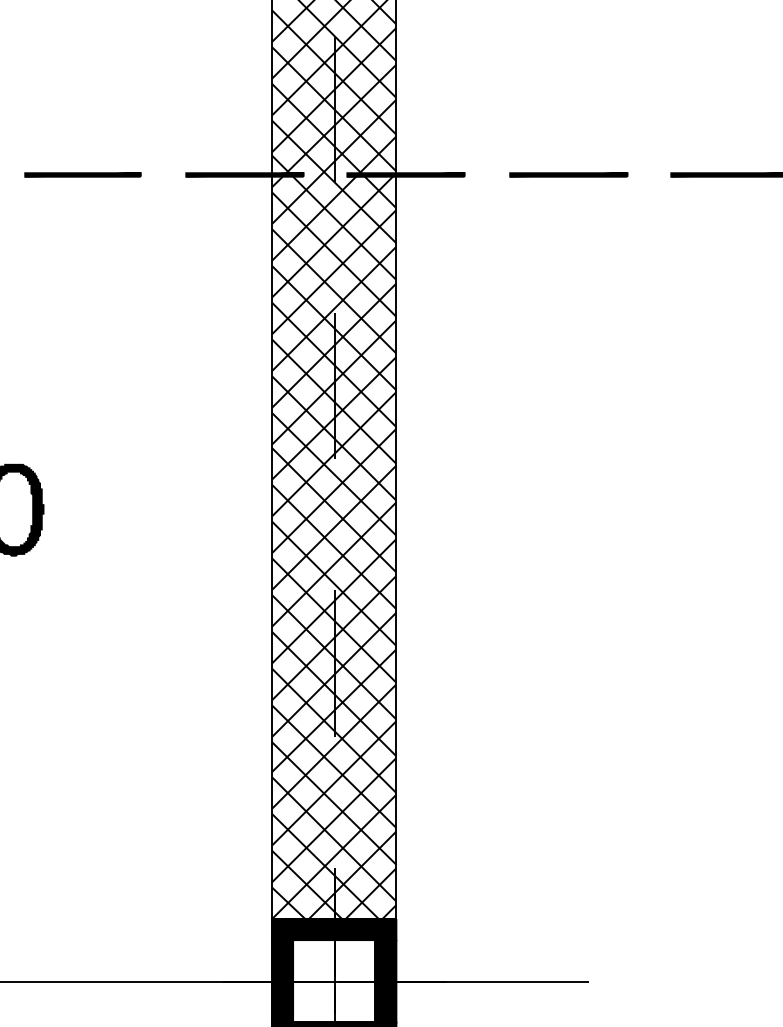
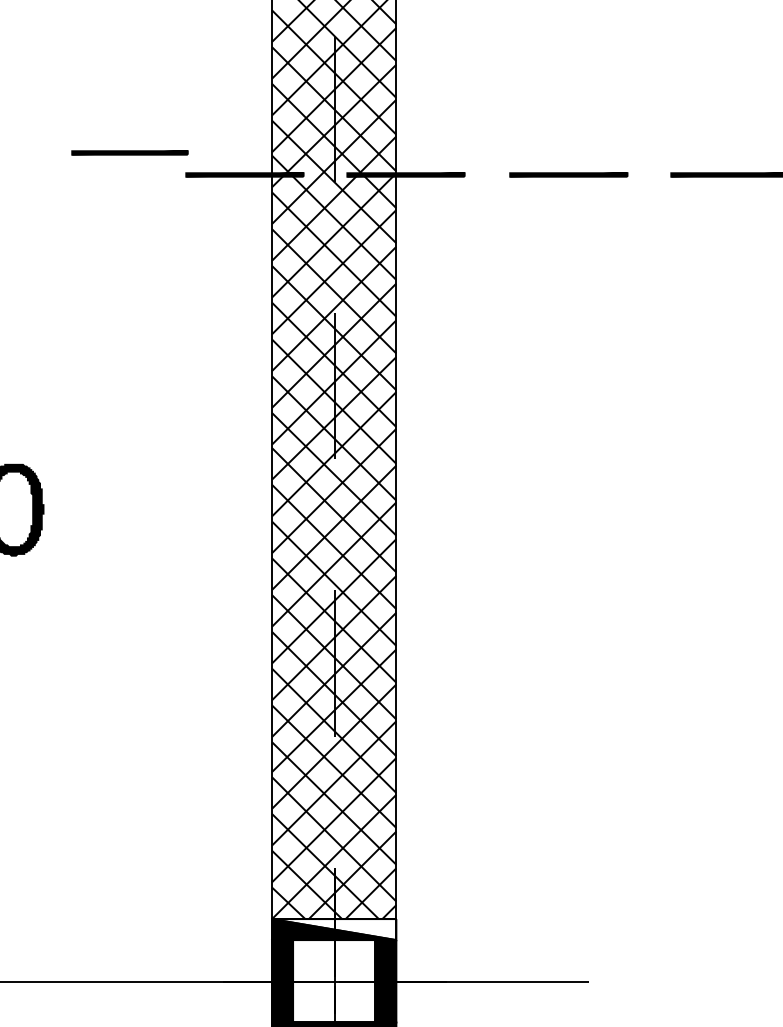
part at (82, 174) position: (82, 174) -> (129, 152)
fill at (334, 929): present -> none
